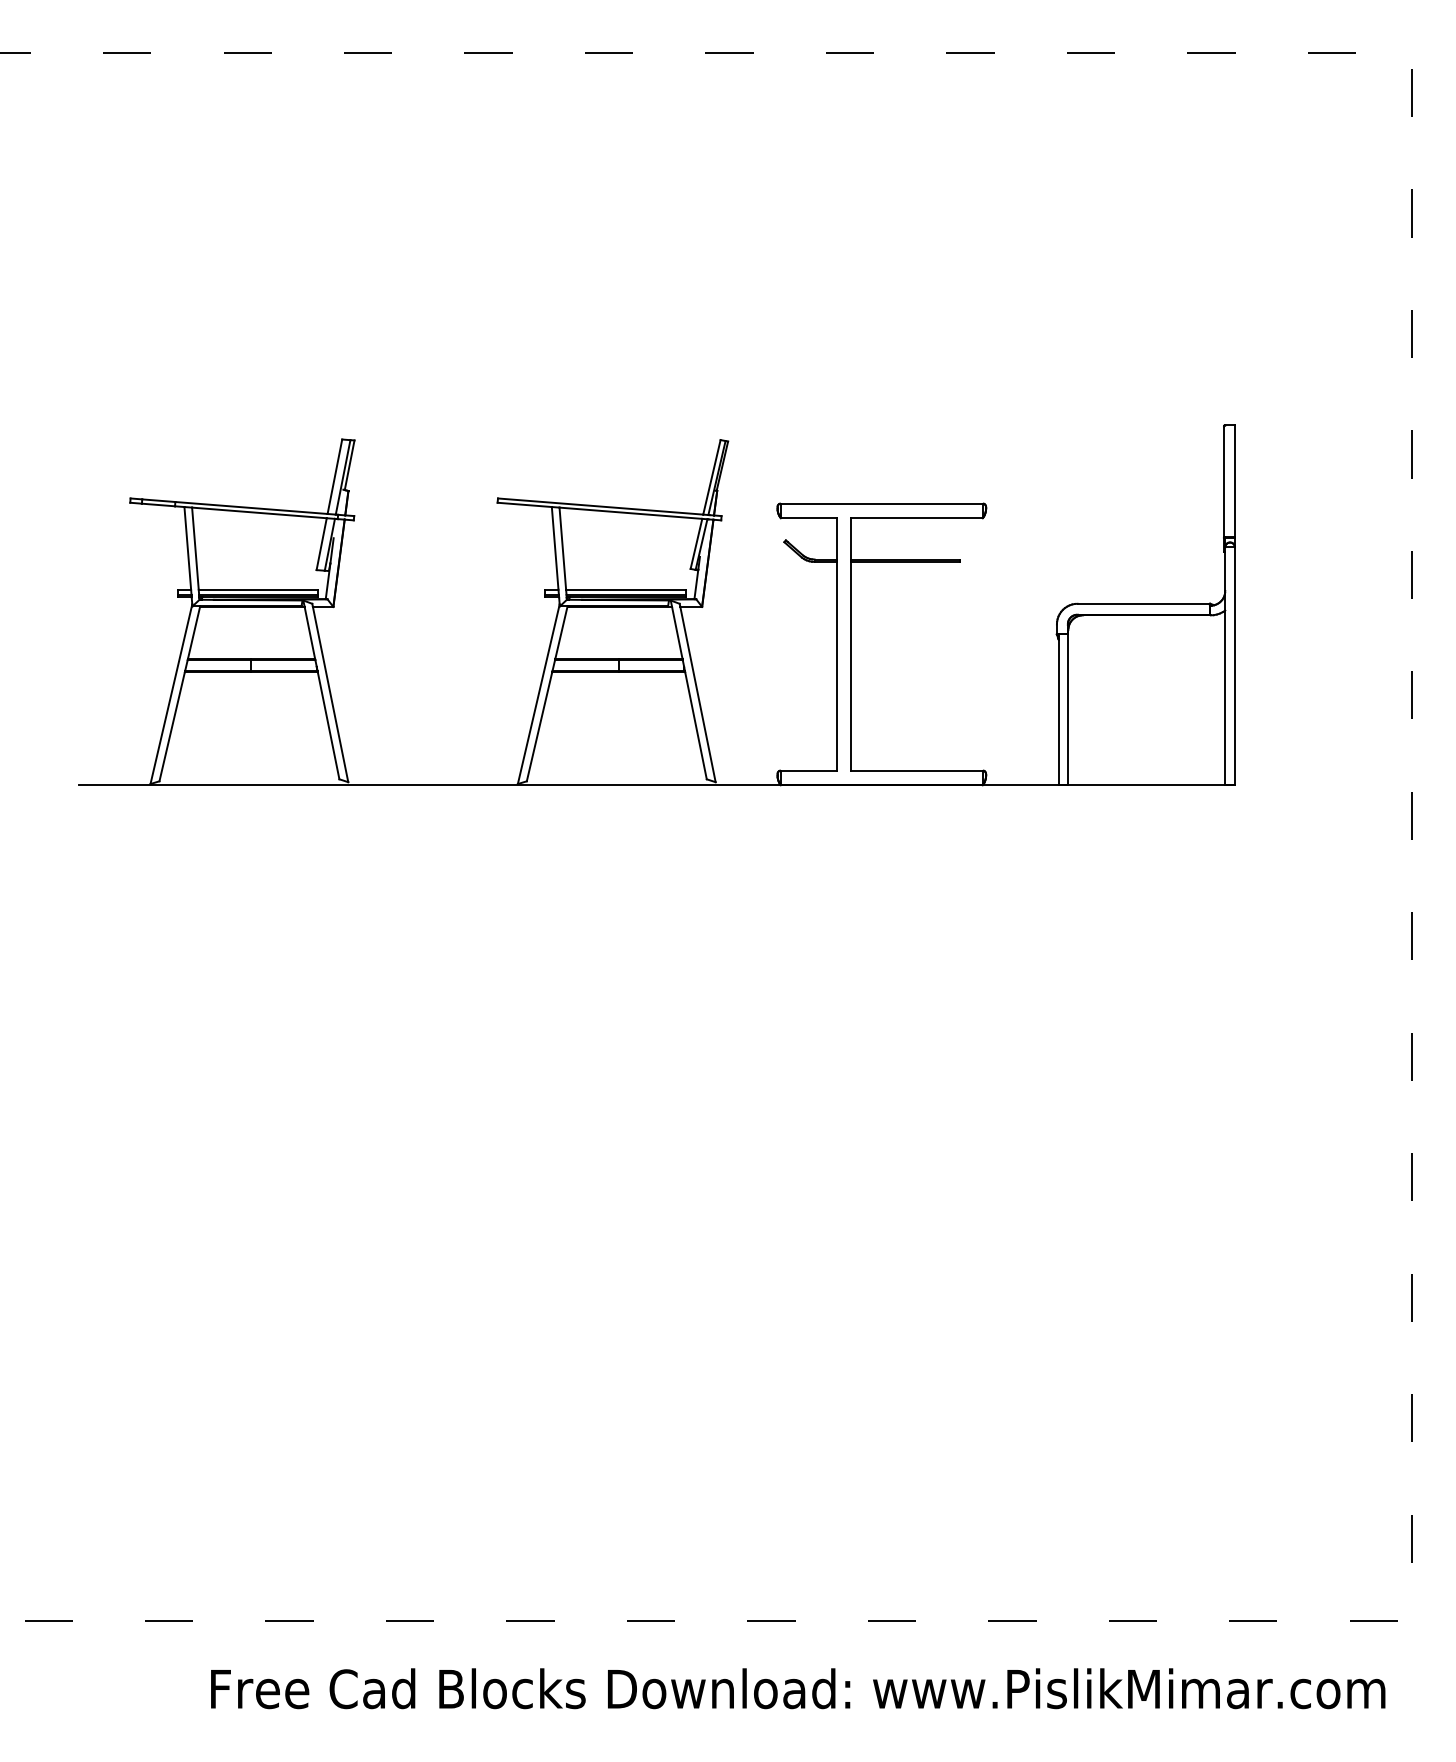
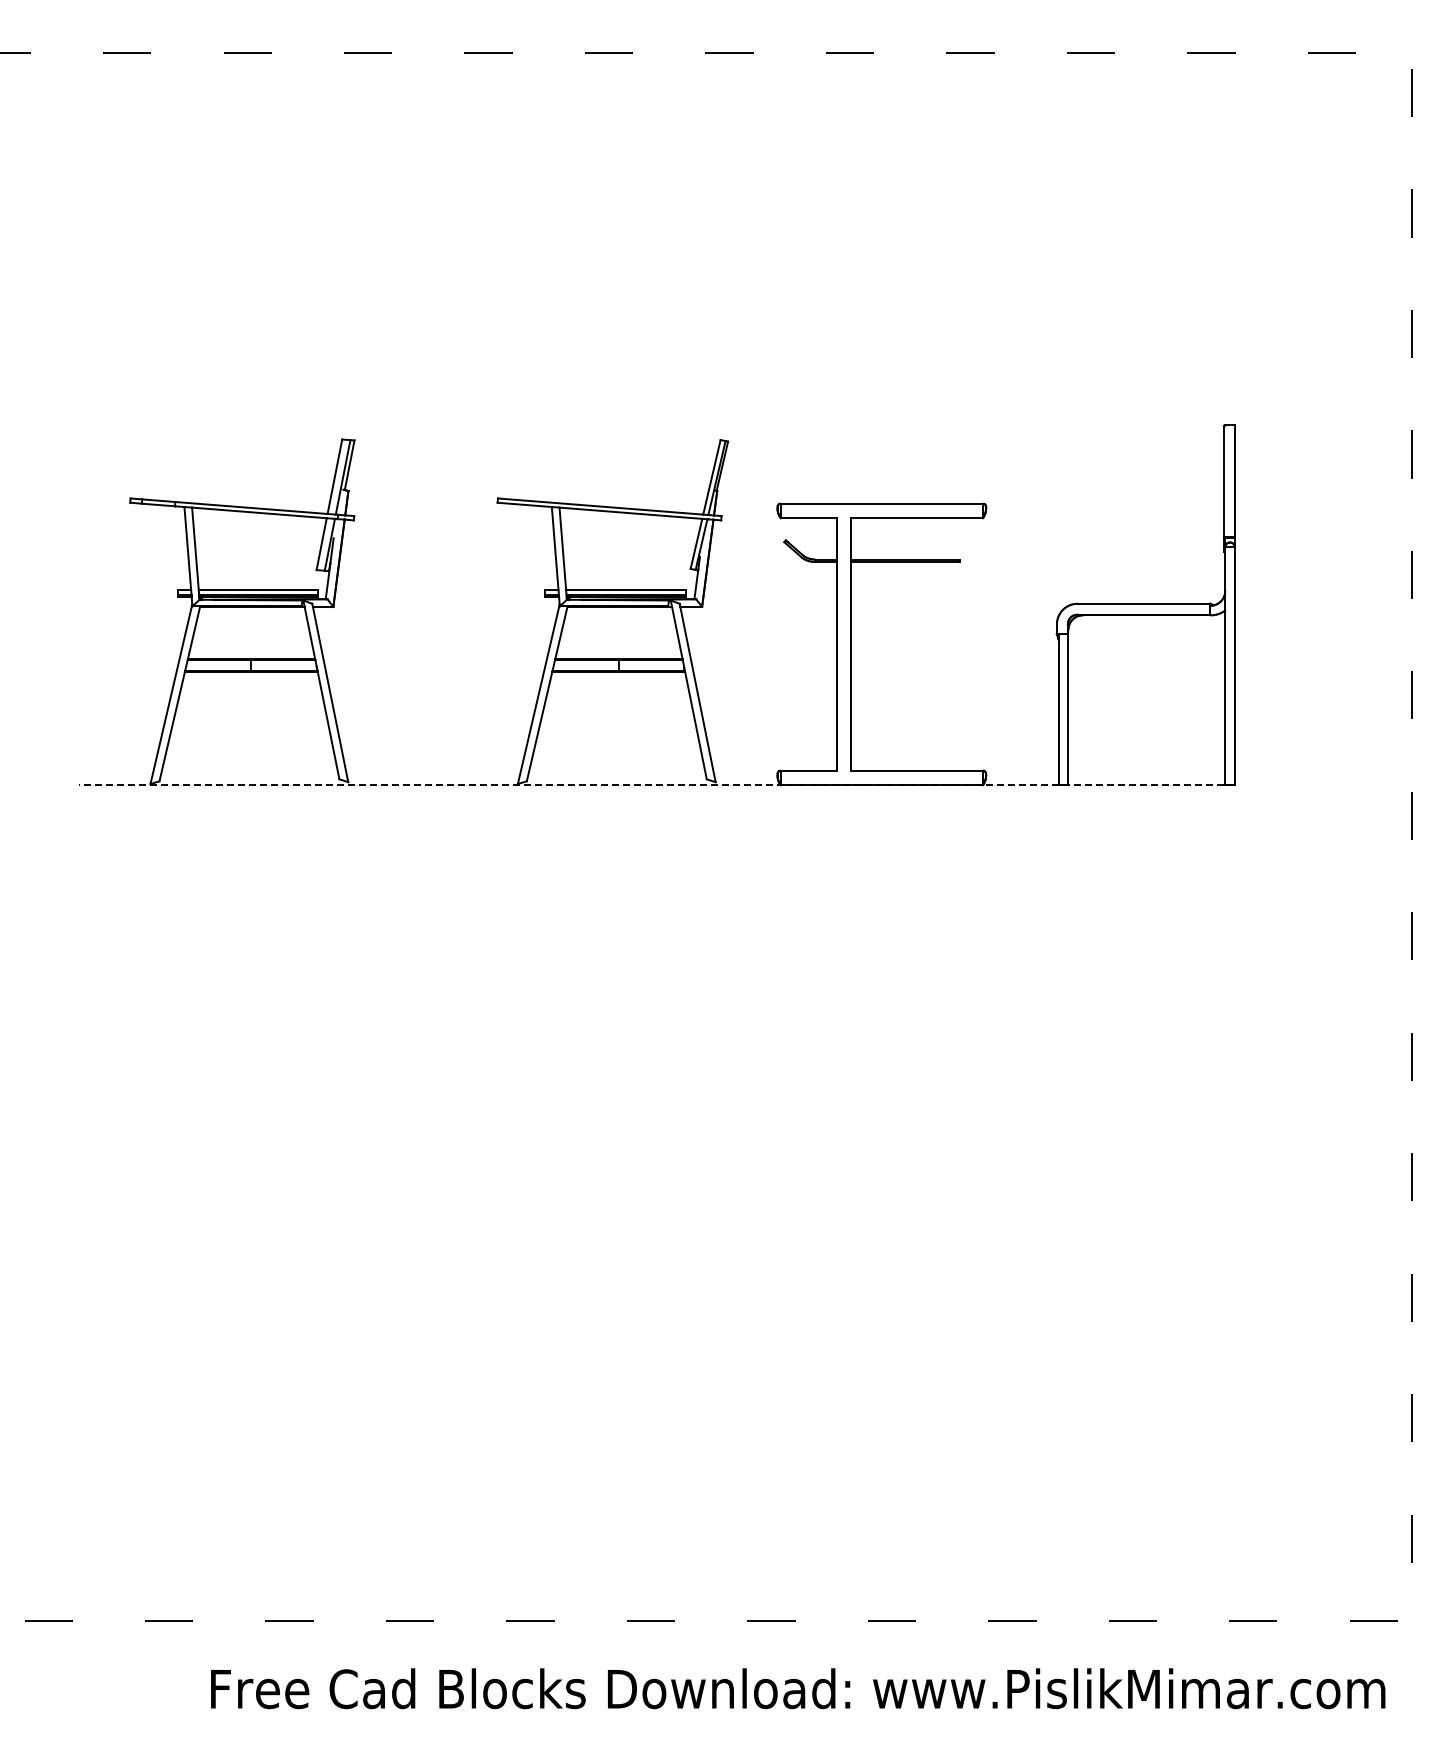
line at (656, 785): solid -> dashed
